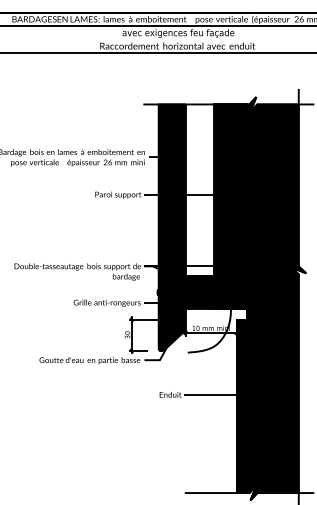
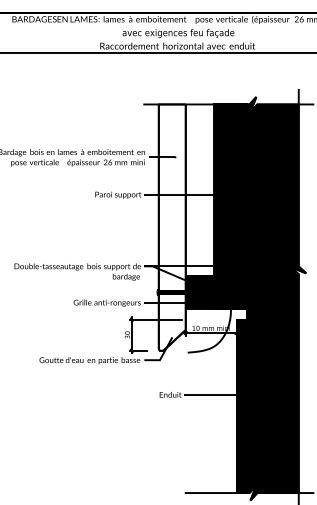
line at (157, 25): present -> none
fill at (171, 227): present -> none
